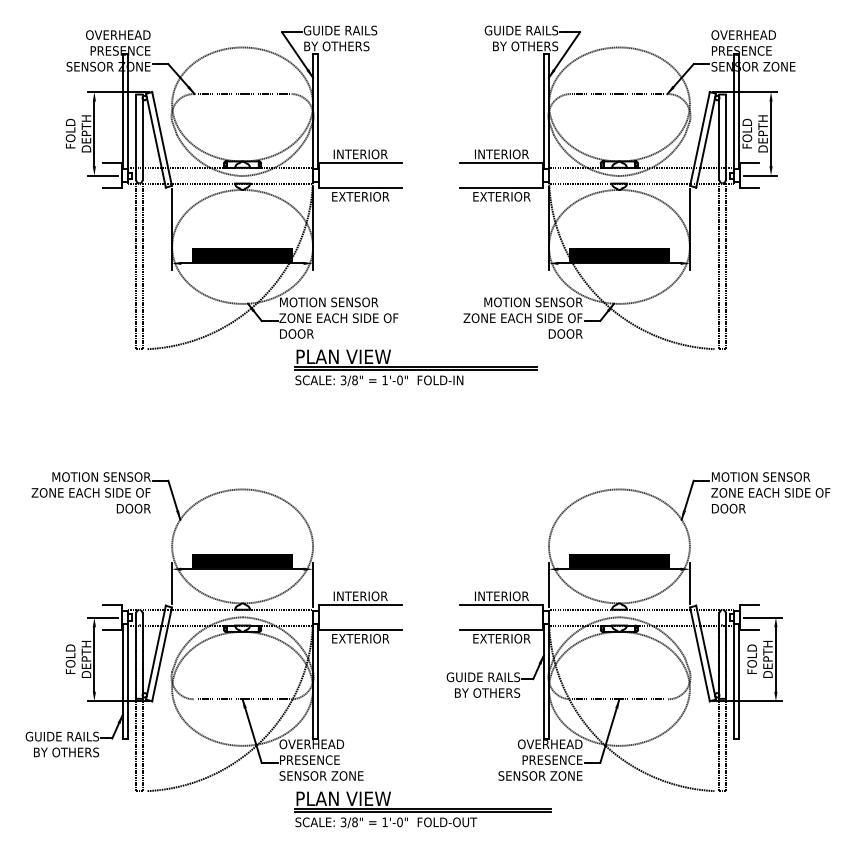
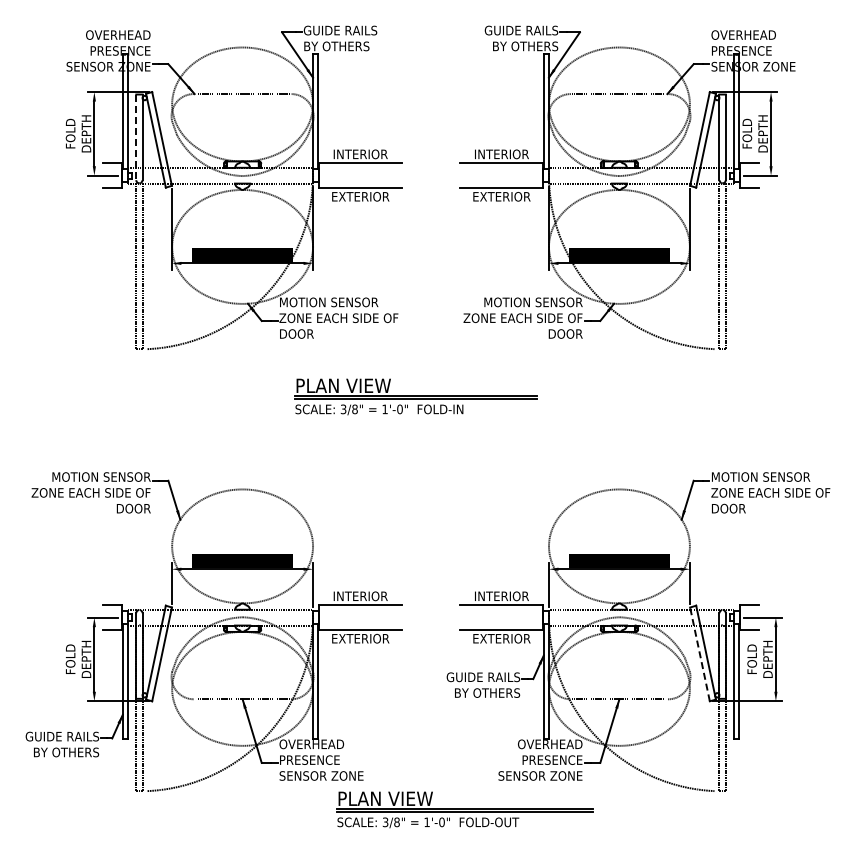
line at (136, 137): solid -> dashed
part at (415, 367) position: (415, 367) -> (415, 396)
line at (699, 654): solid -> dashed
part at (422, 809) position: (422, 809) -> (464, 809)
